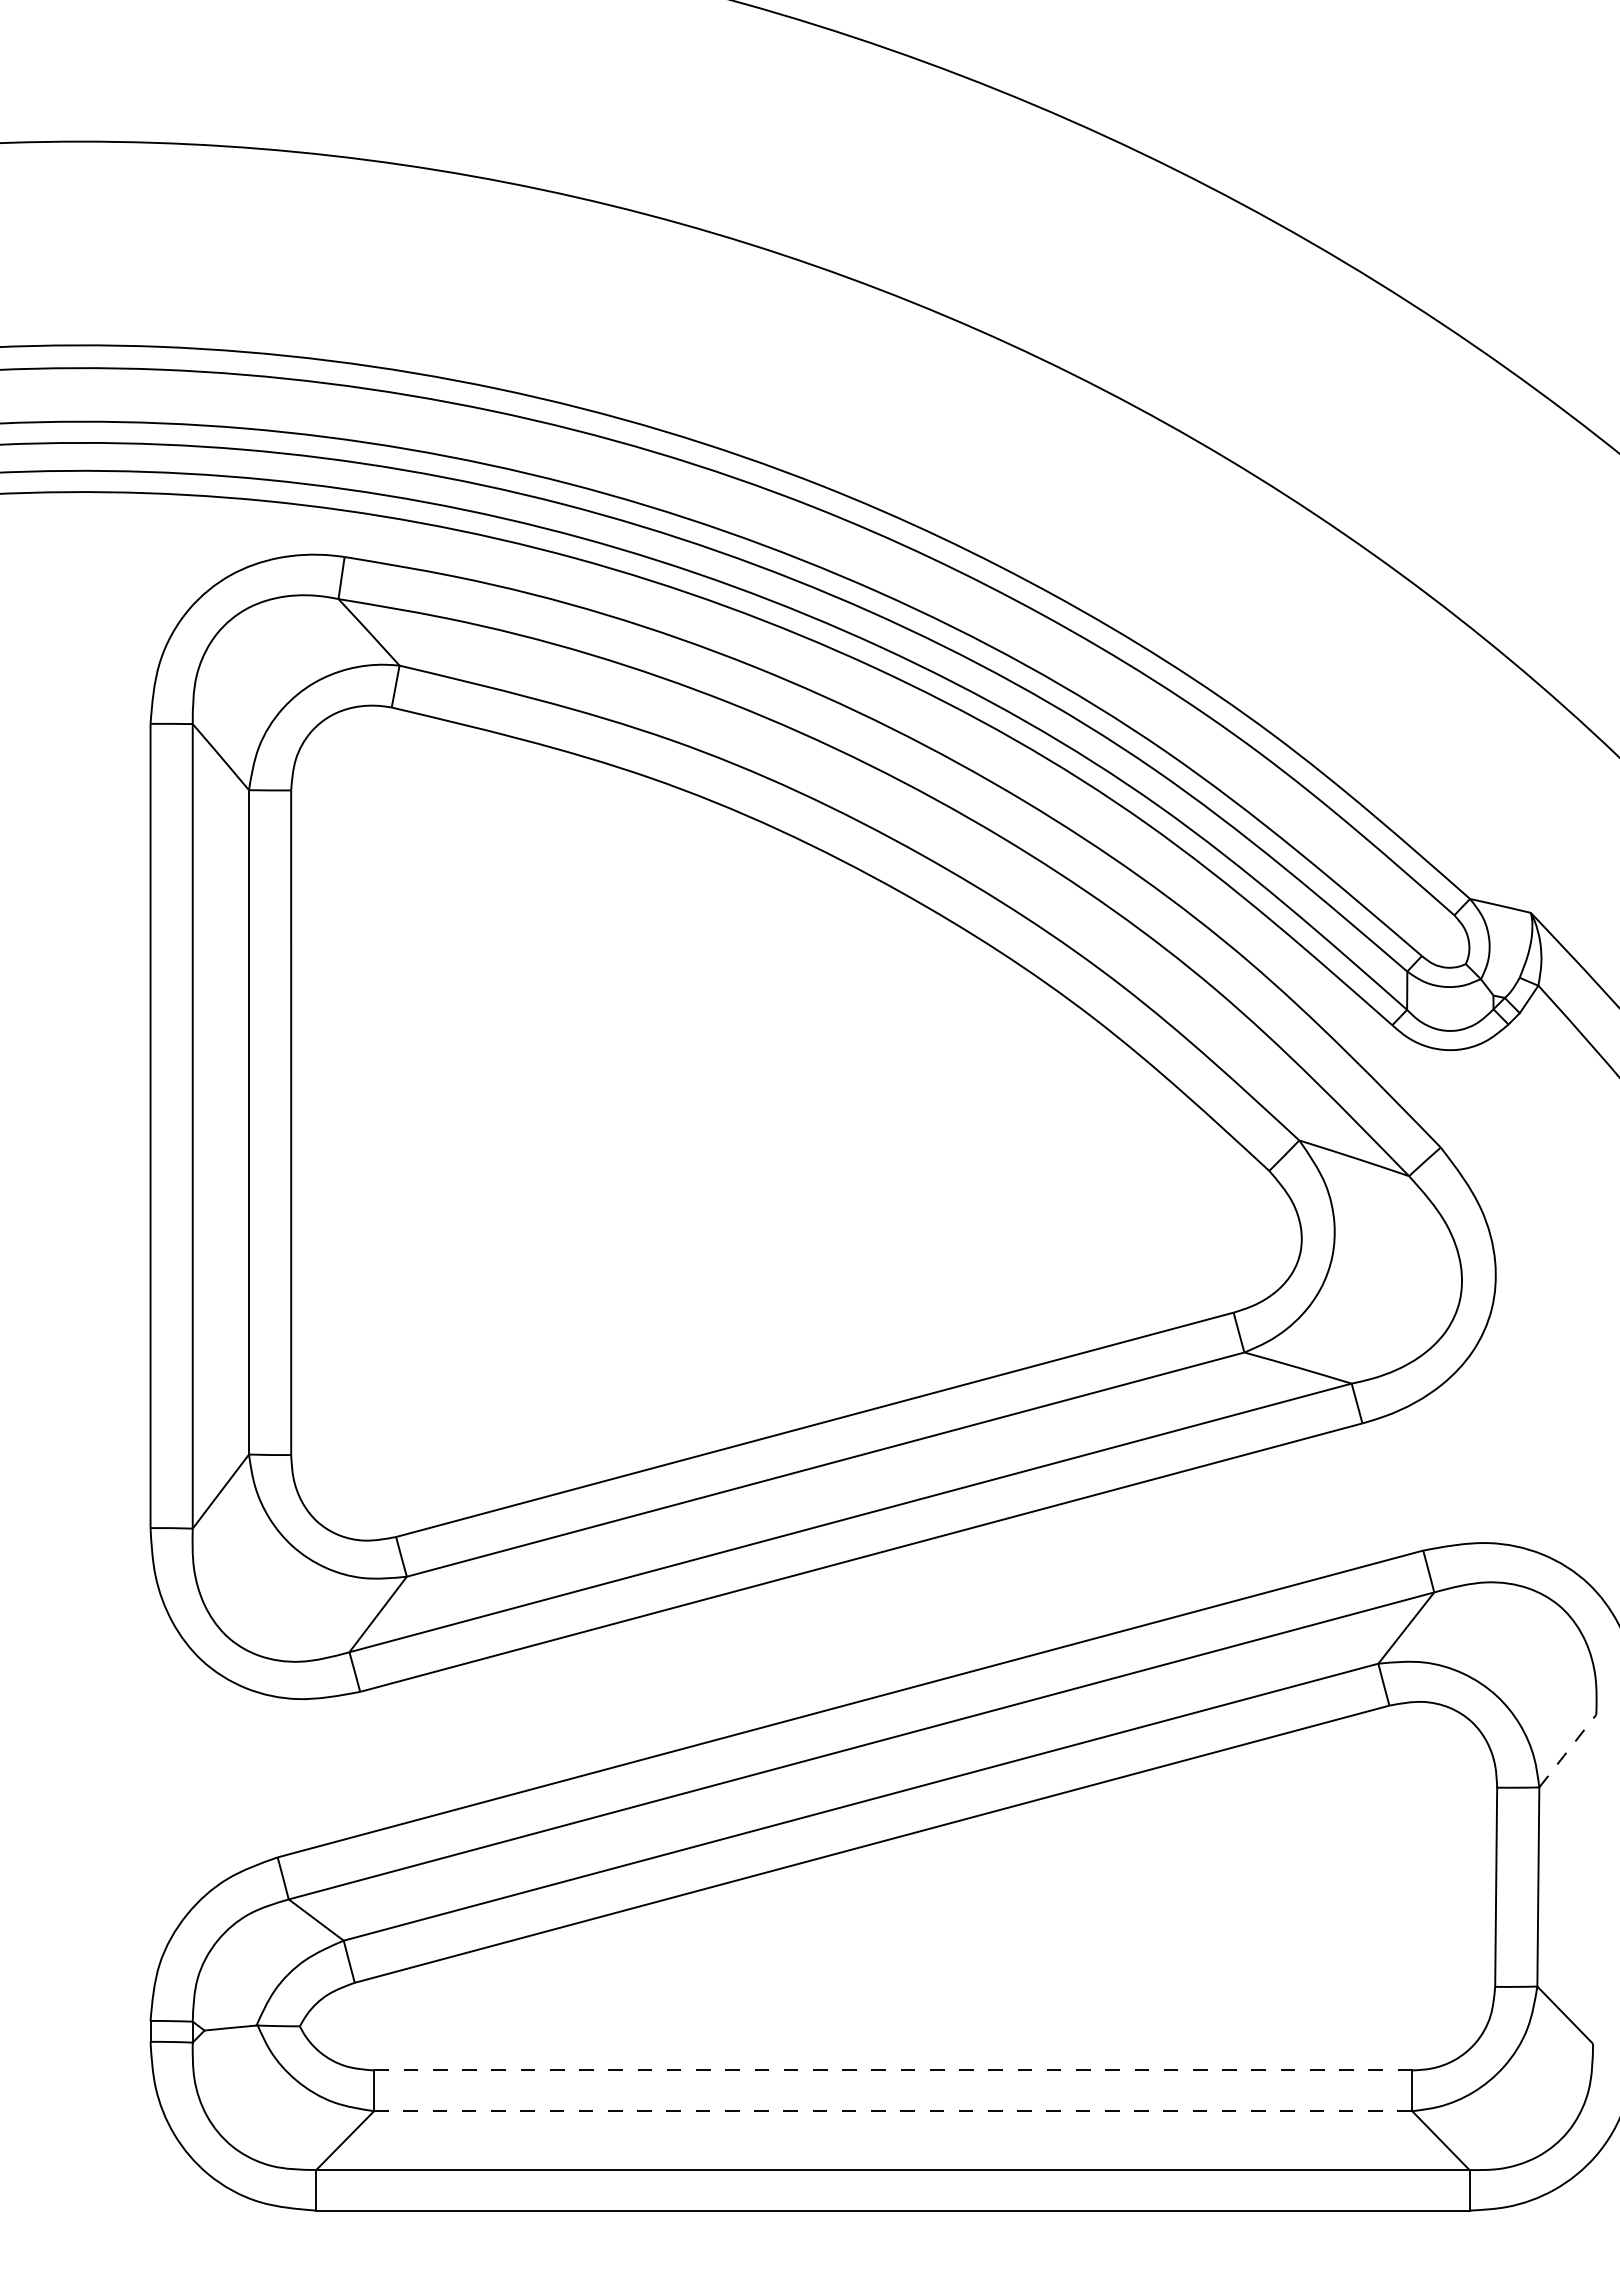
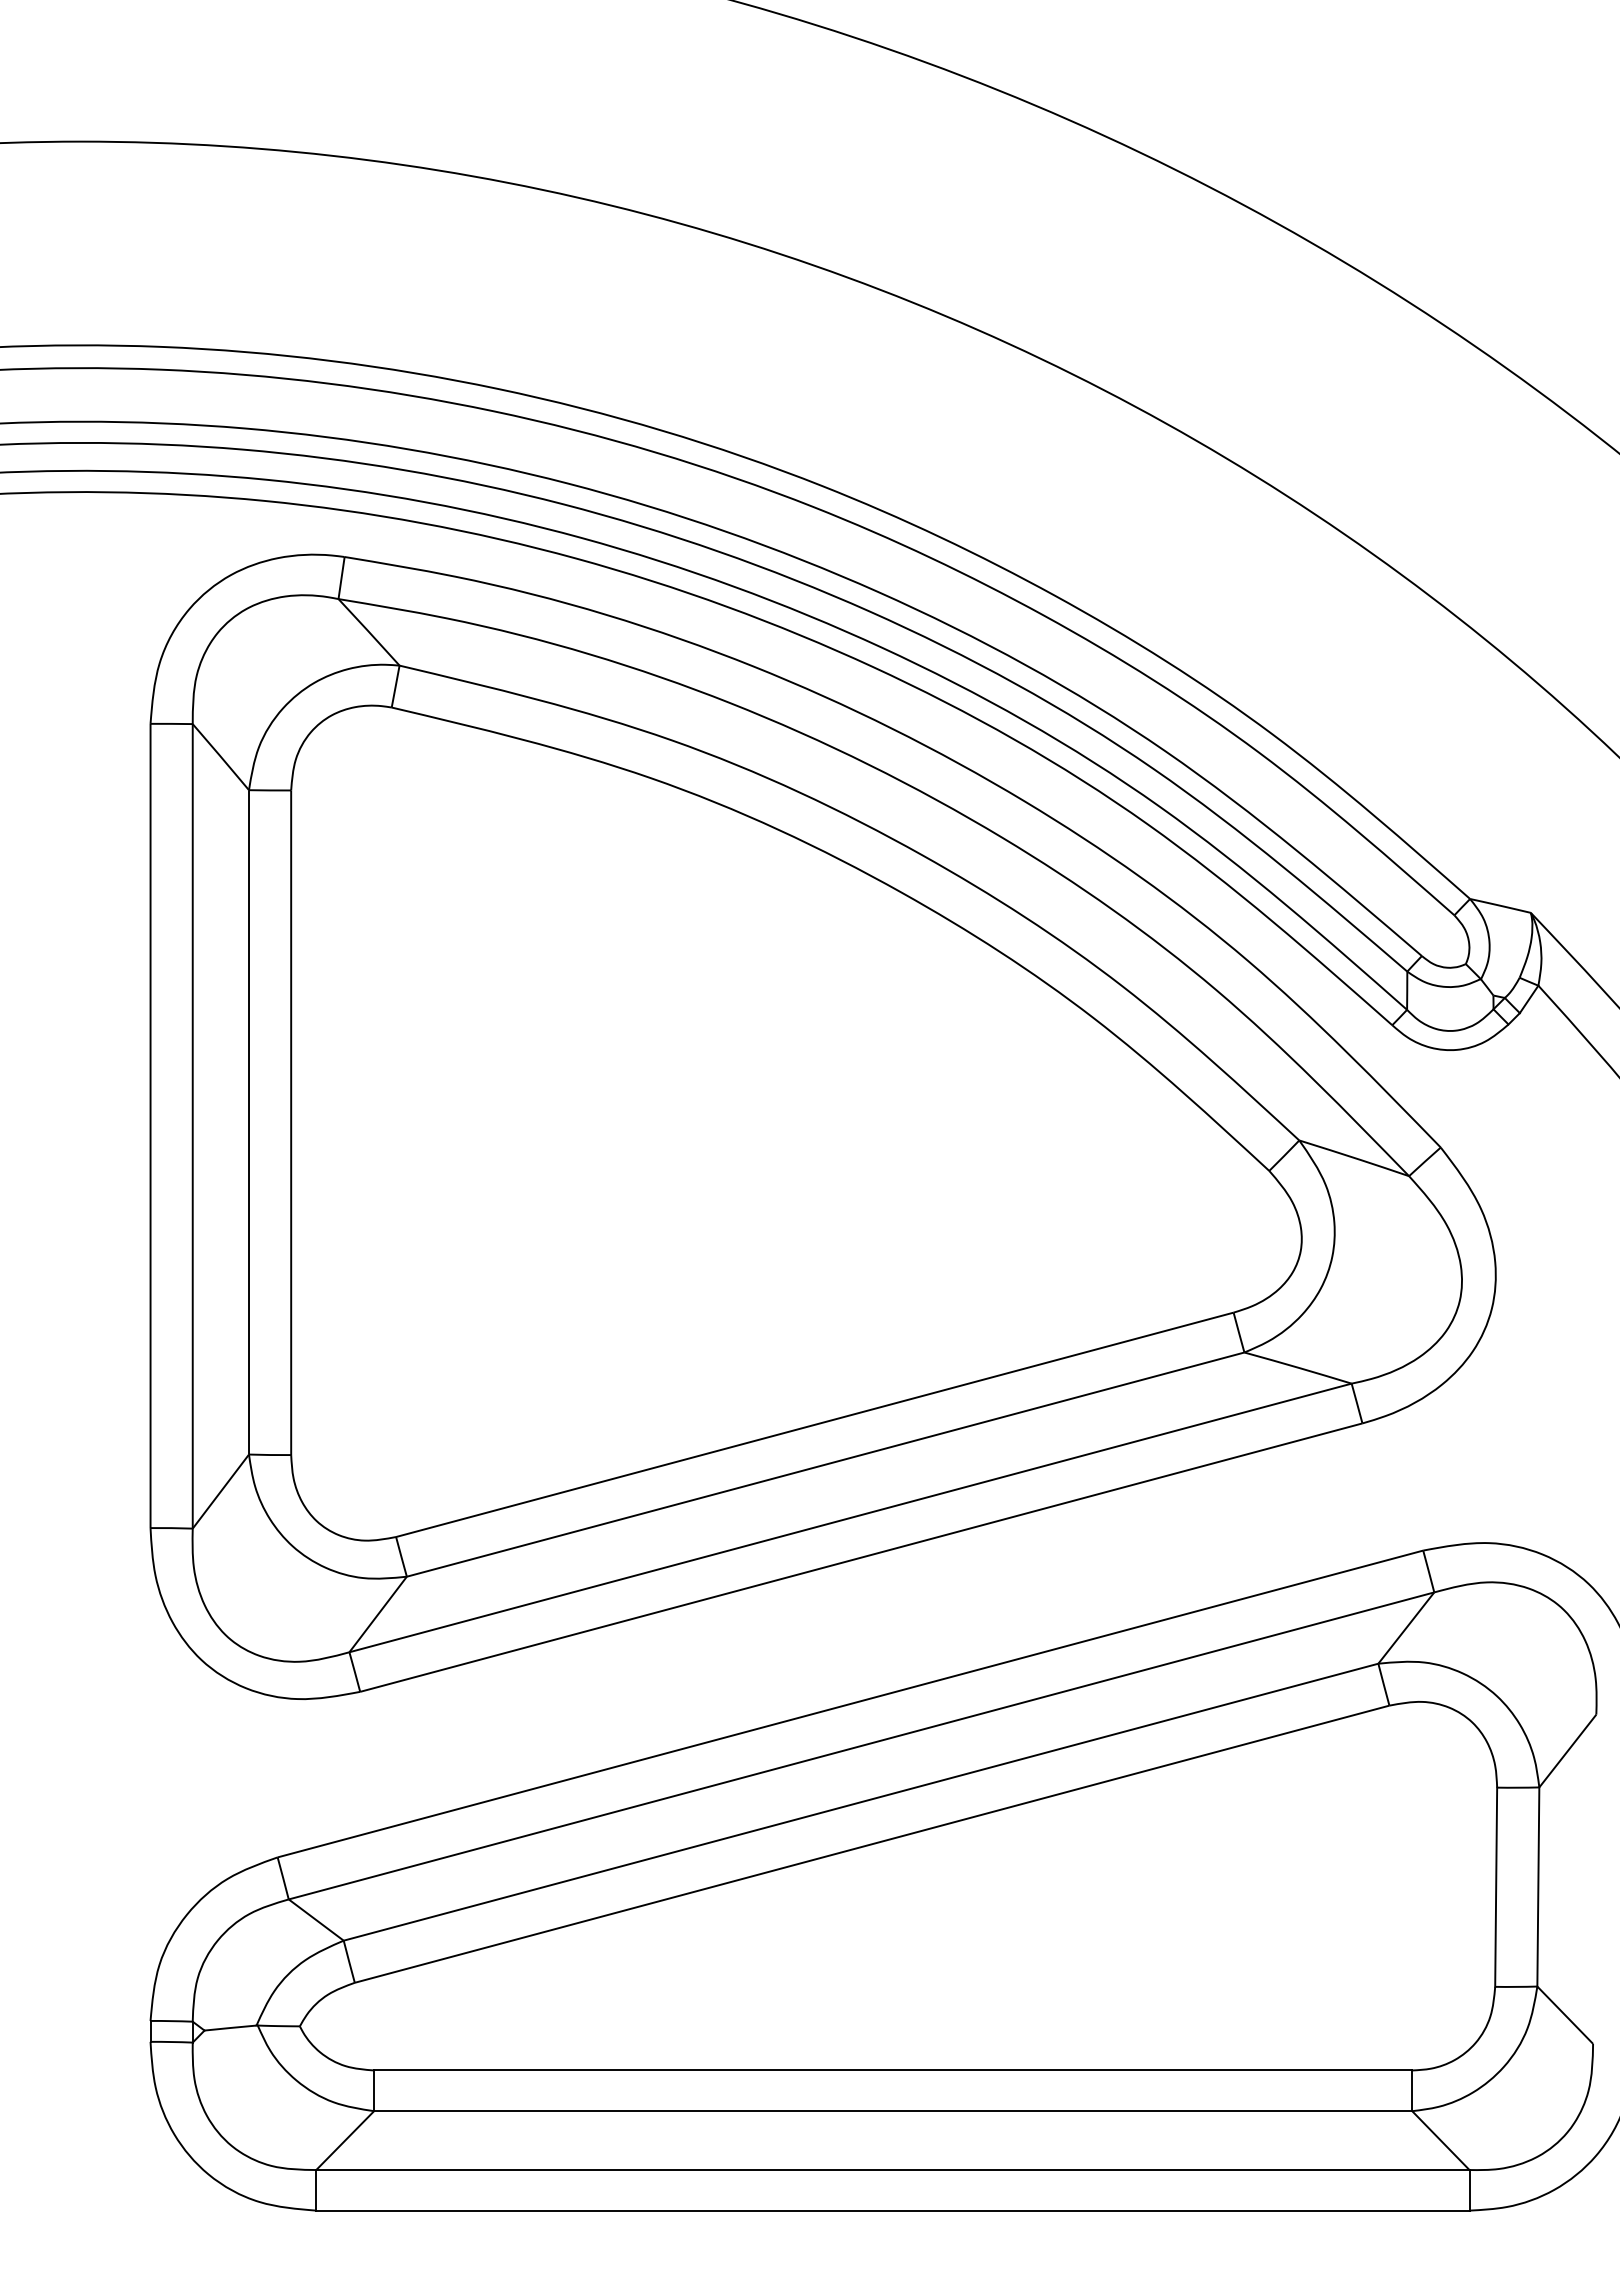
line at (1567, 1751): dashed -> solid
line at (892, 2070): dashed -> solid
line at (893, 2111): dashed -> solid
